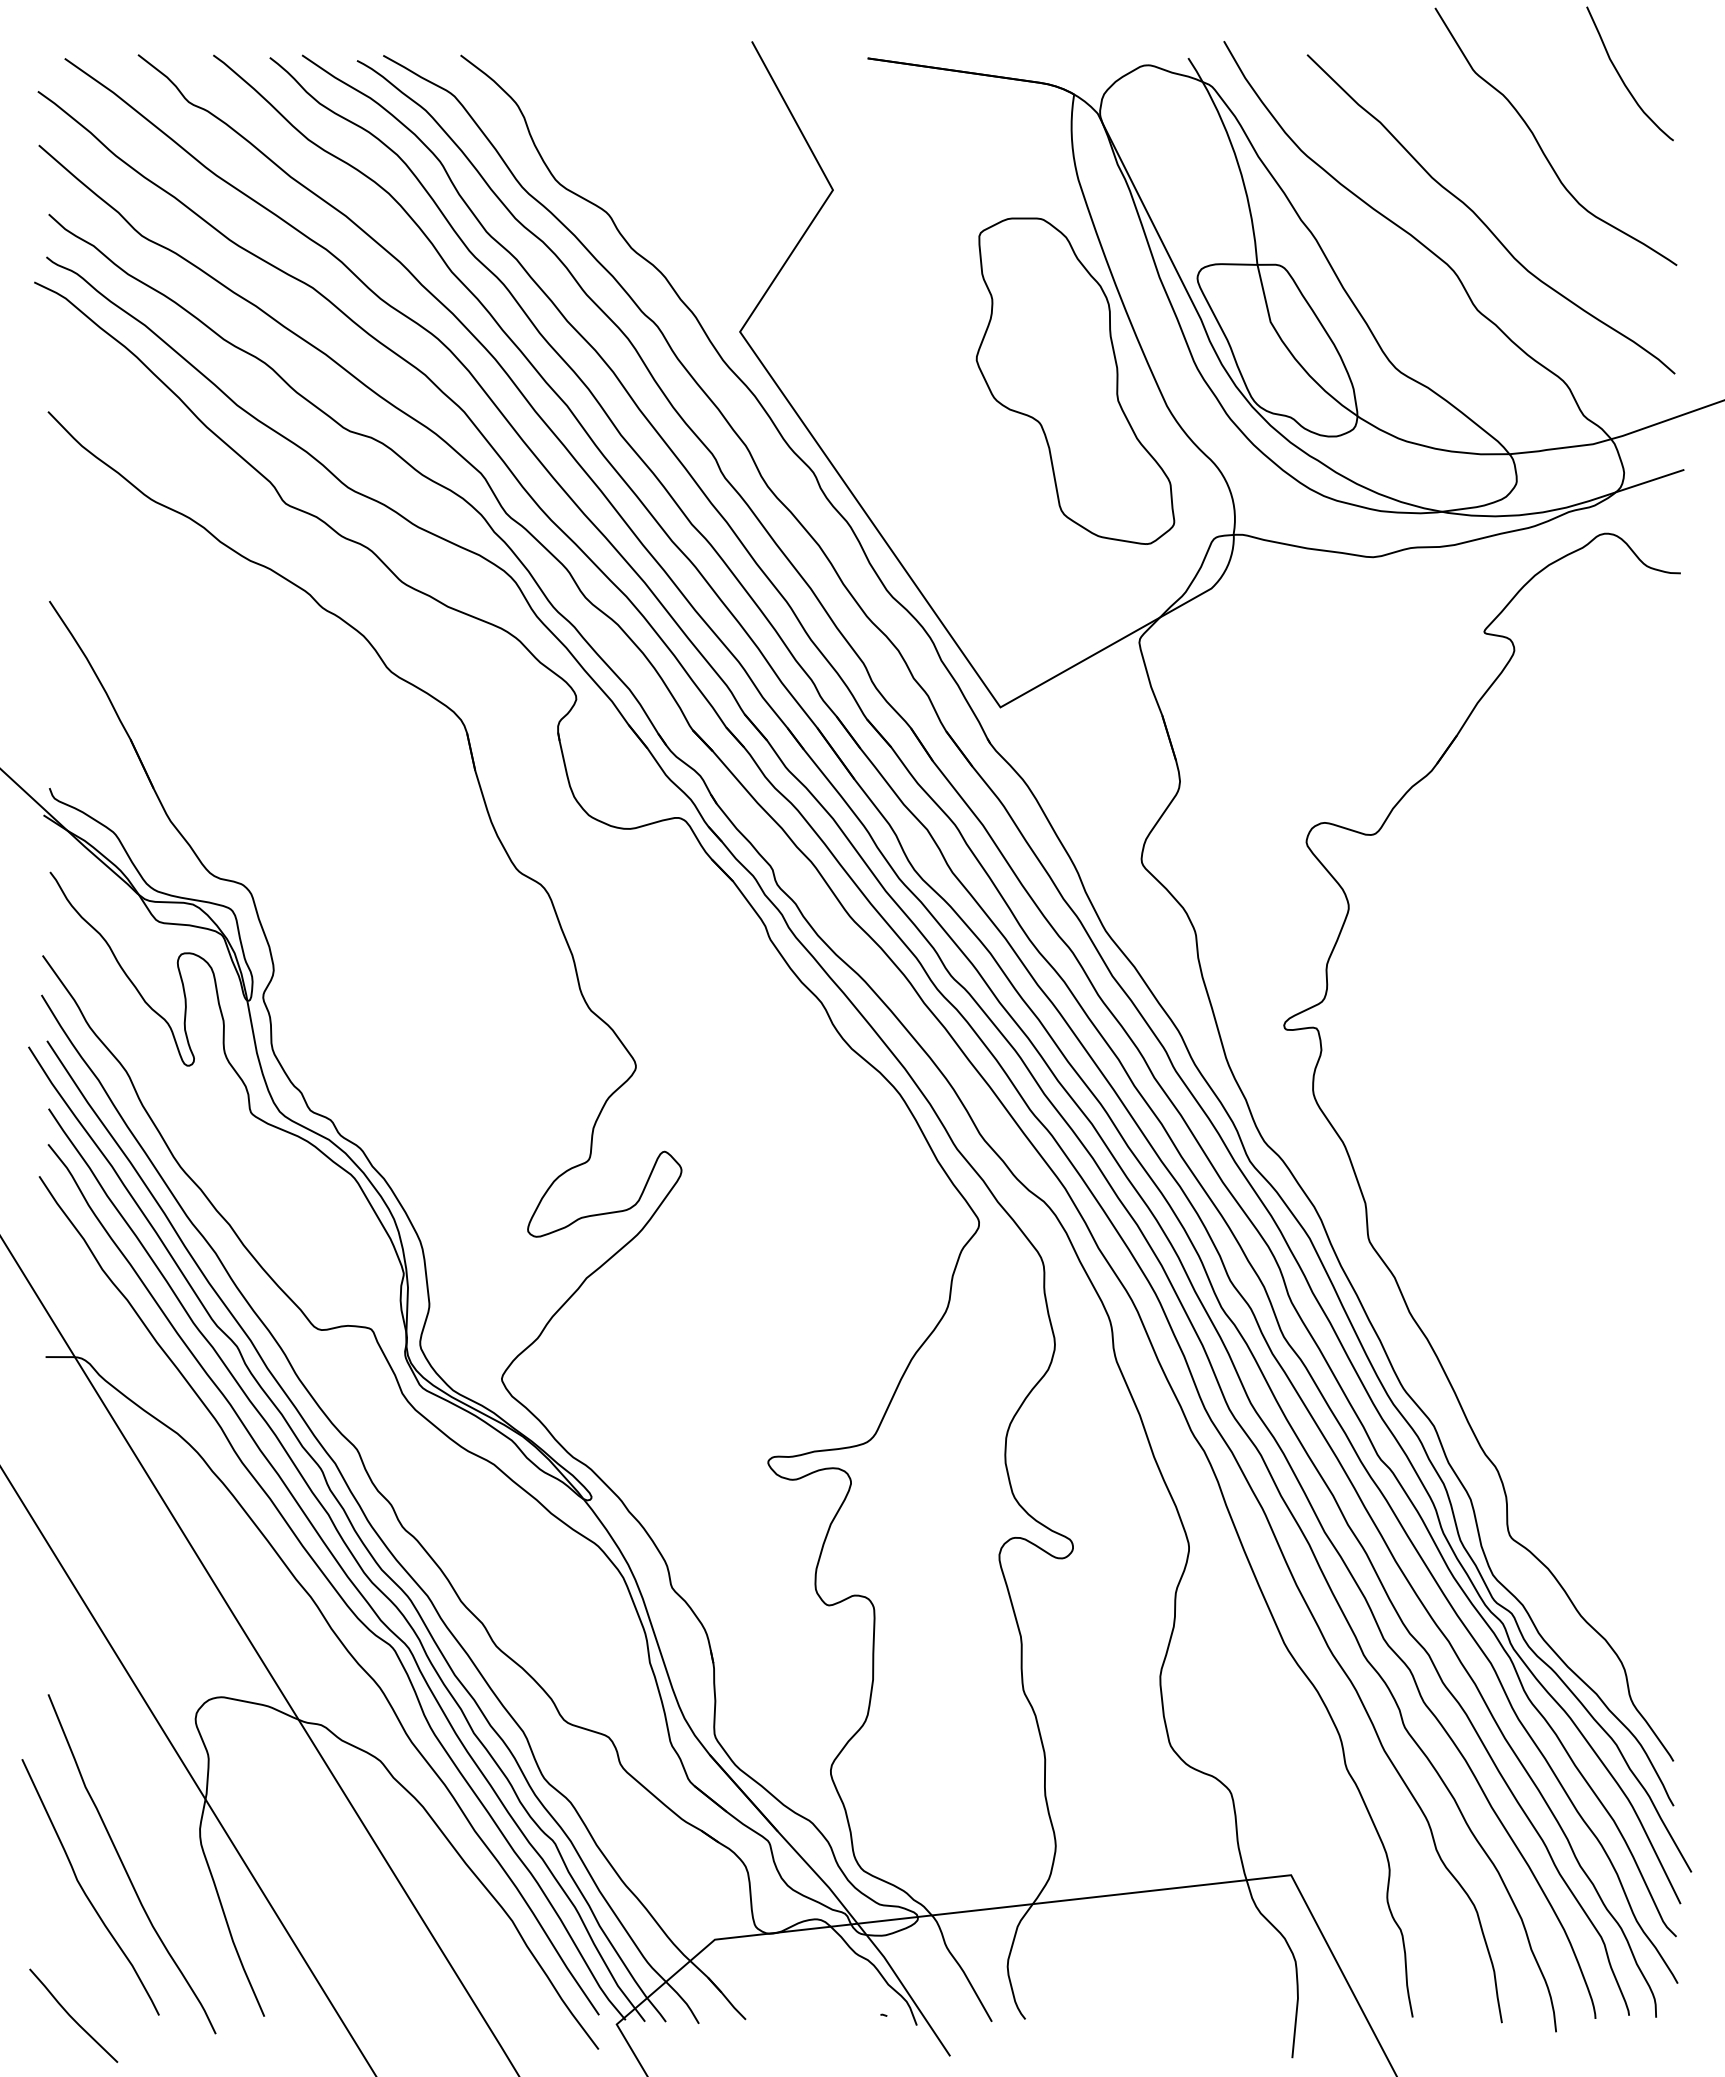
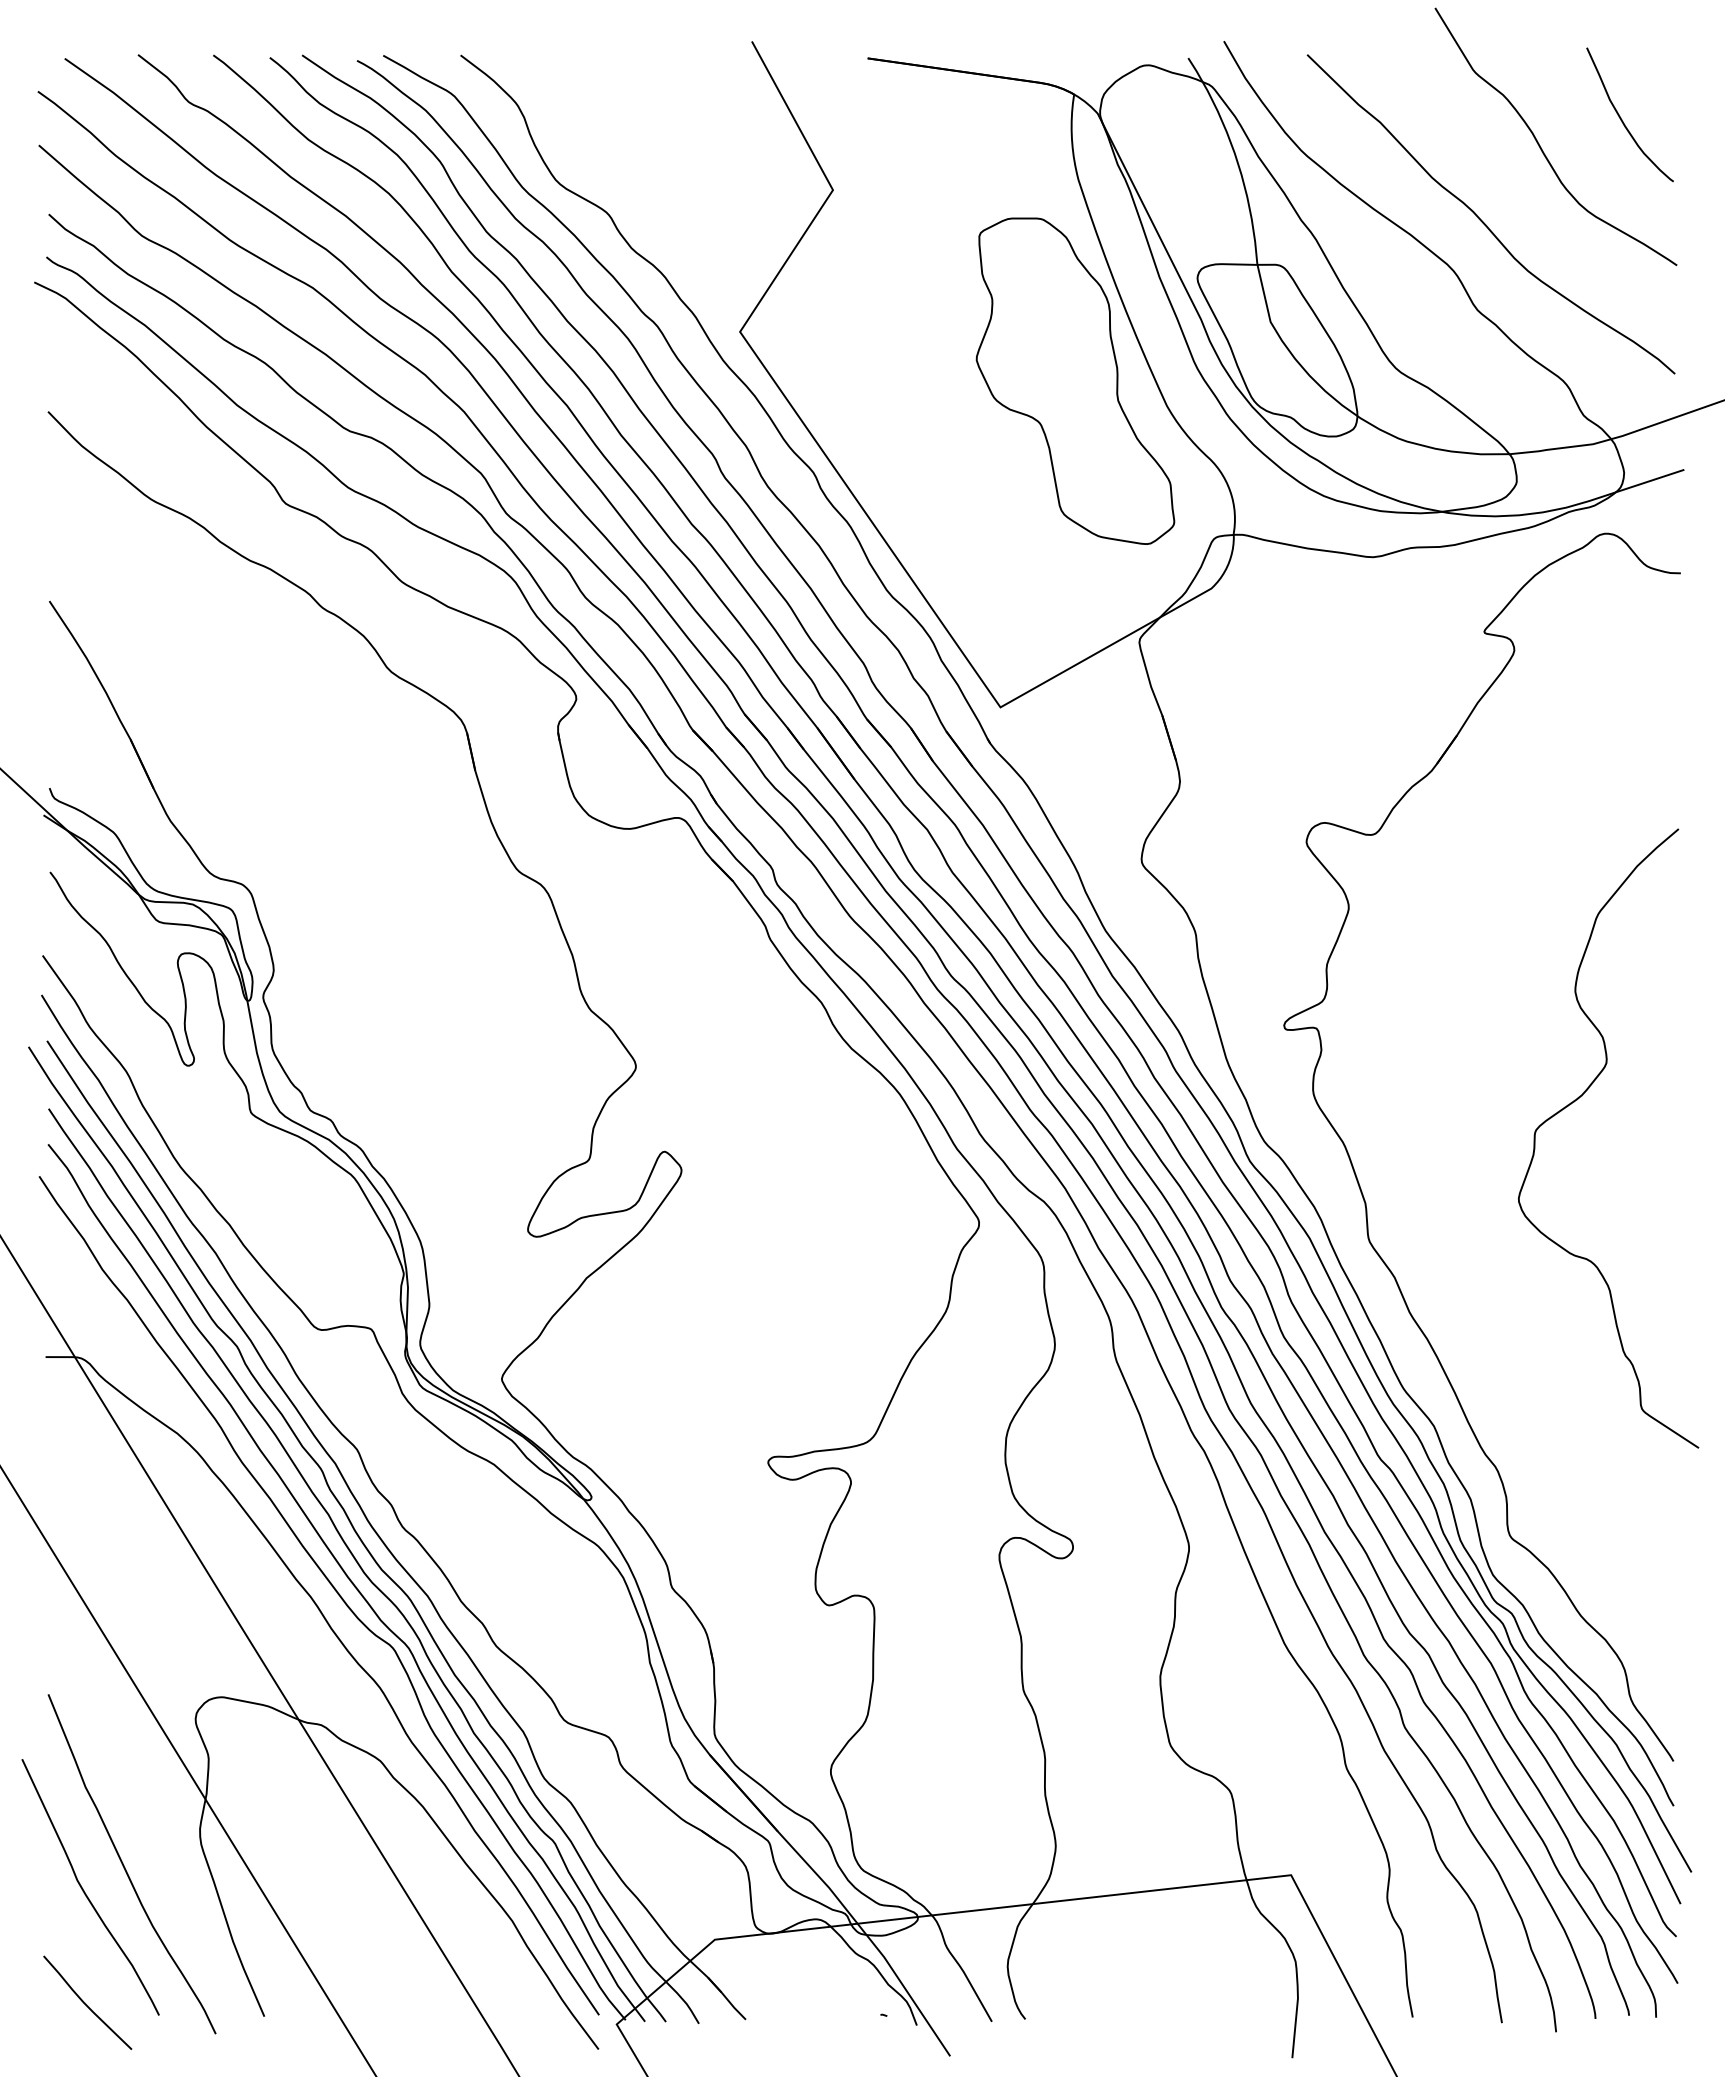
curve at (1621, 76) position: (1621, 76) -> (1621, 117)
curve at (1577, 1100): none -> present
curve at (72, 2016) position: (72, 2016) -> (86, 2003)
